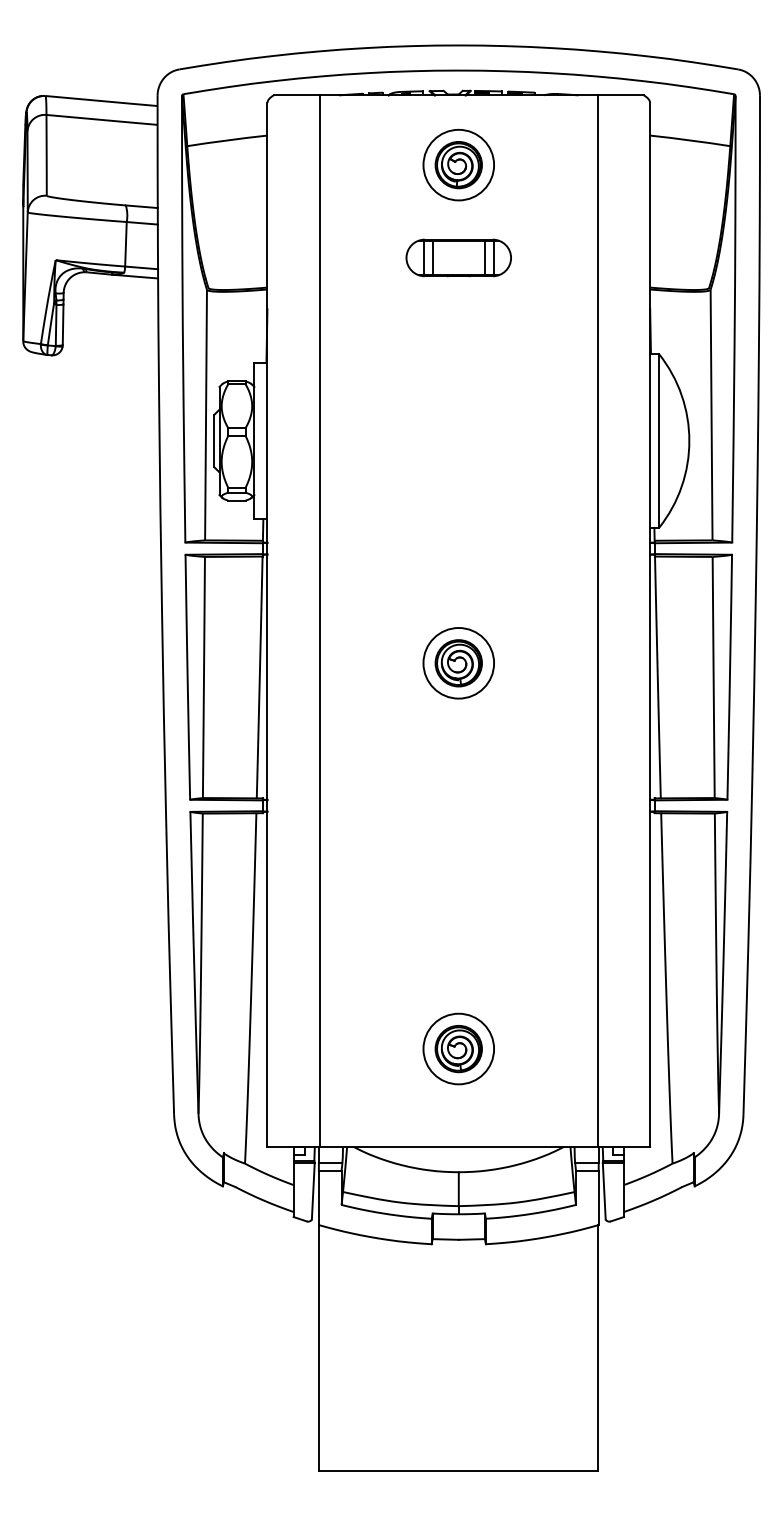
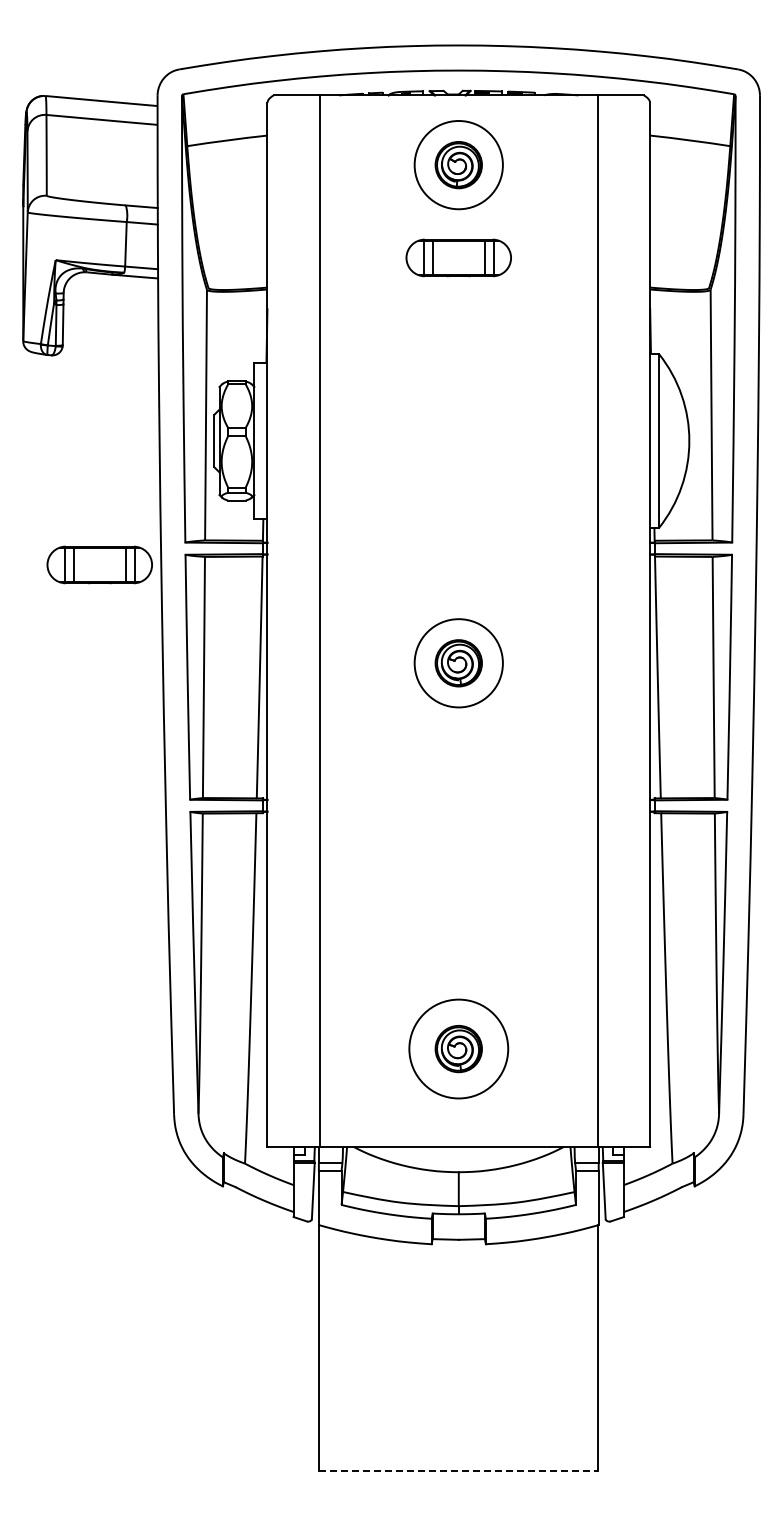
circle at (458, 164) diameter: 71 px -> 88 px
part at (99, 564): none -> present
circle at (458, 663) diameter: 71 px -> 88 px
circle at (458, 1048) diameter: 71 px -> 99 px
line at (459, 1470): solid -> dashed
